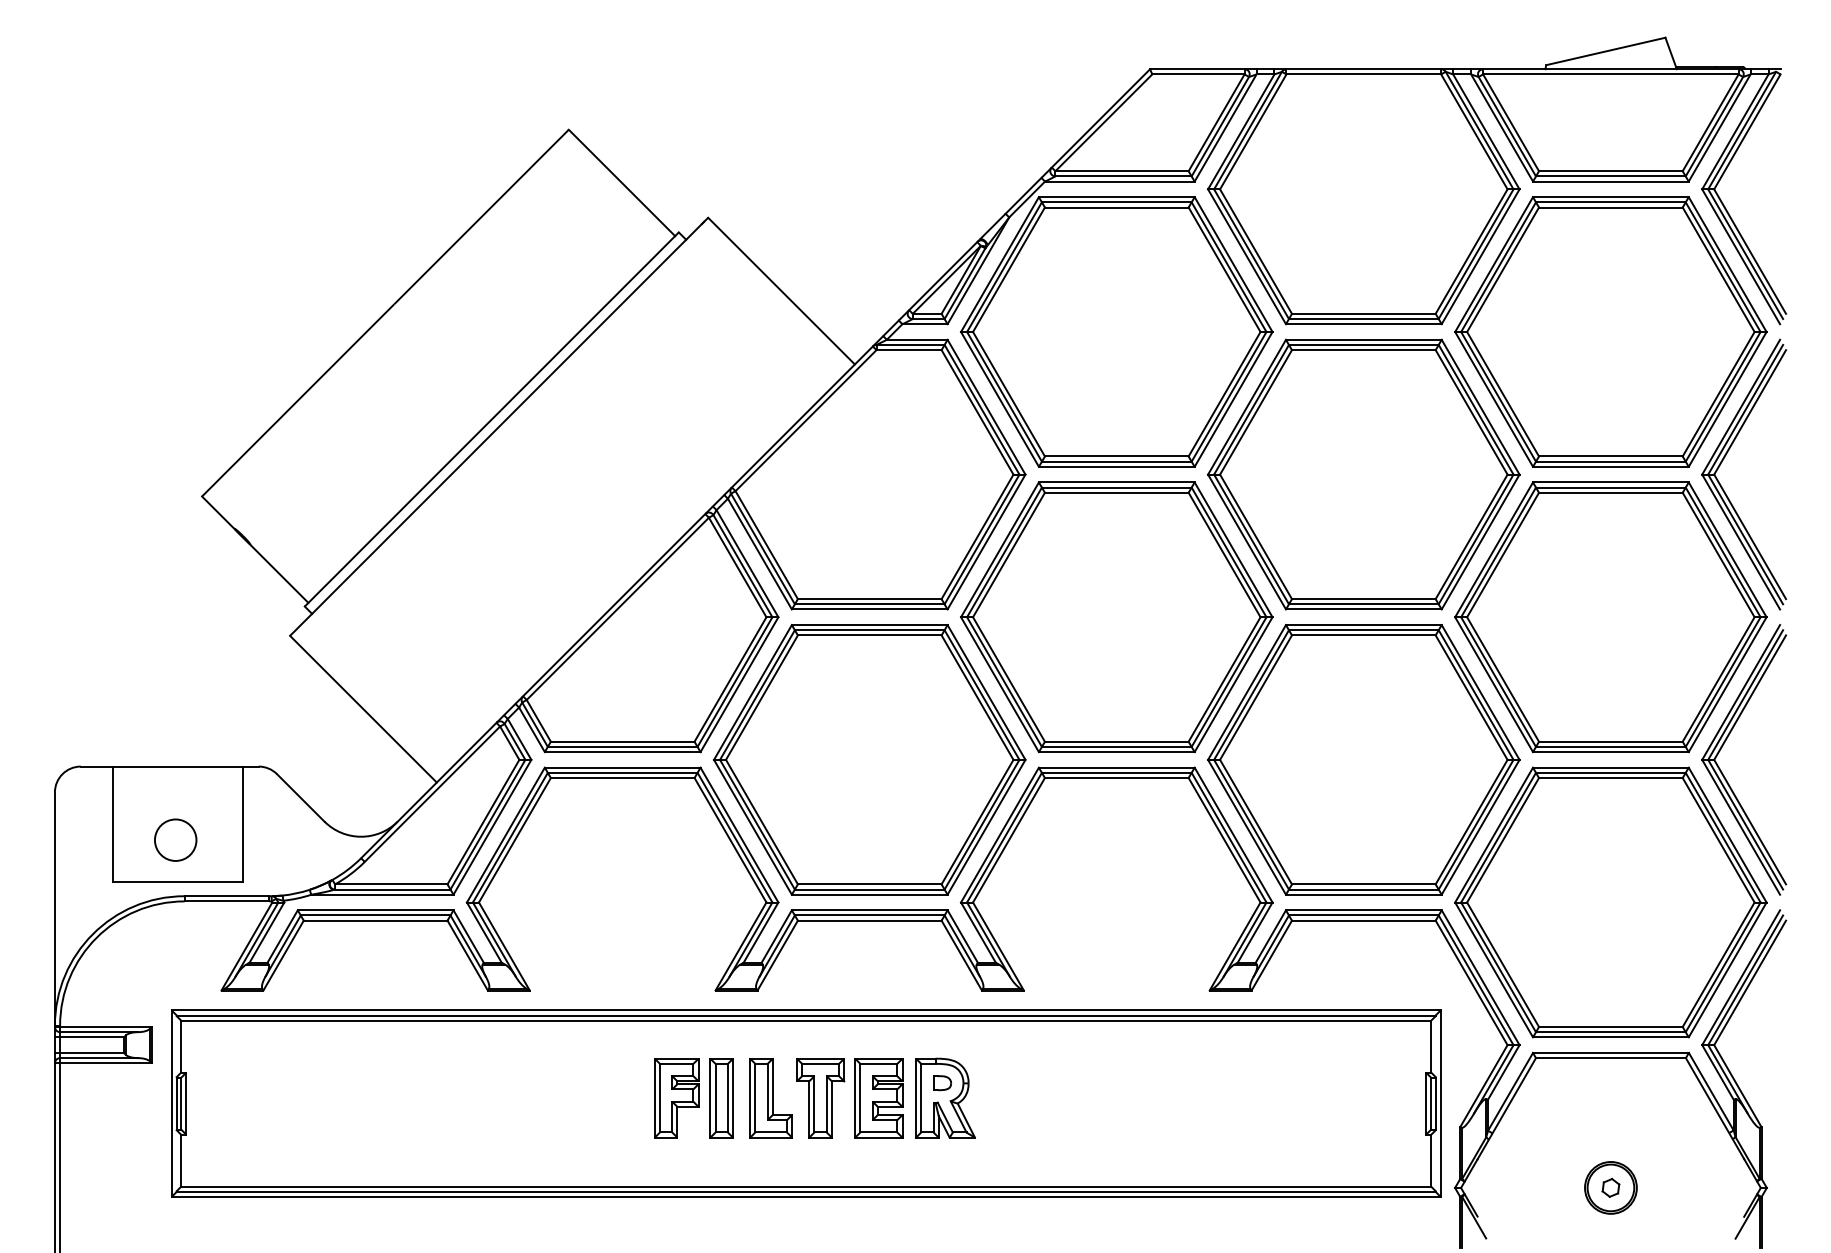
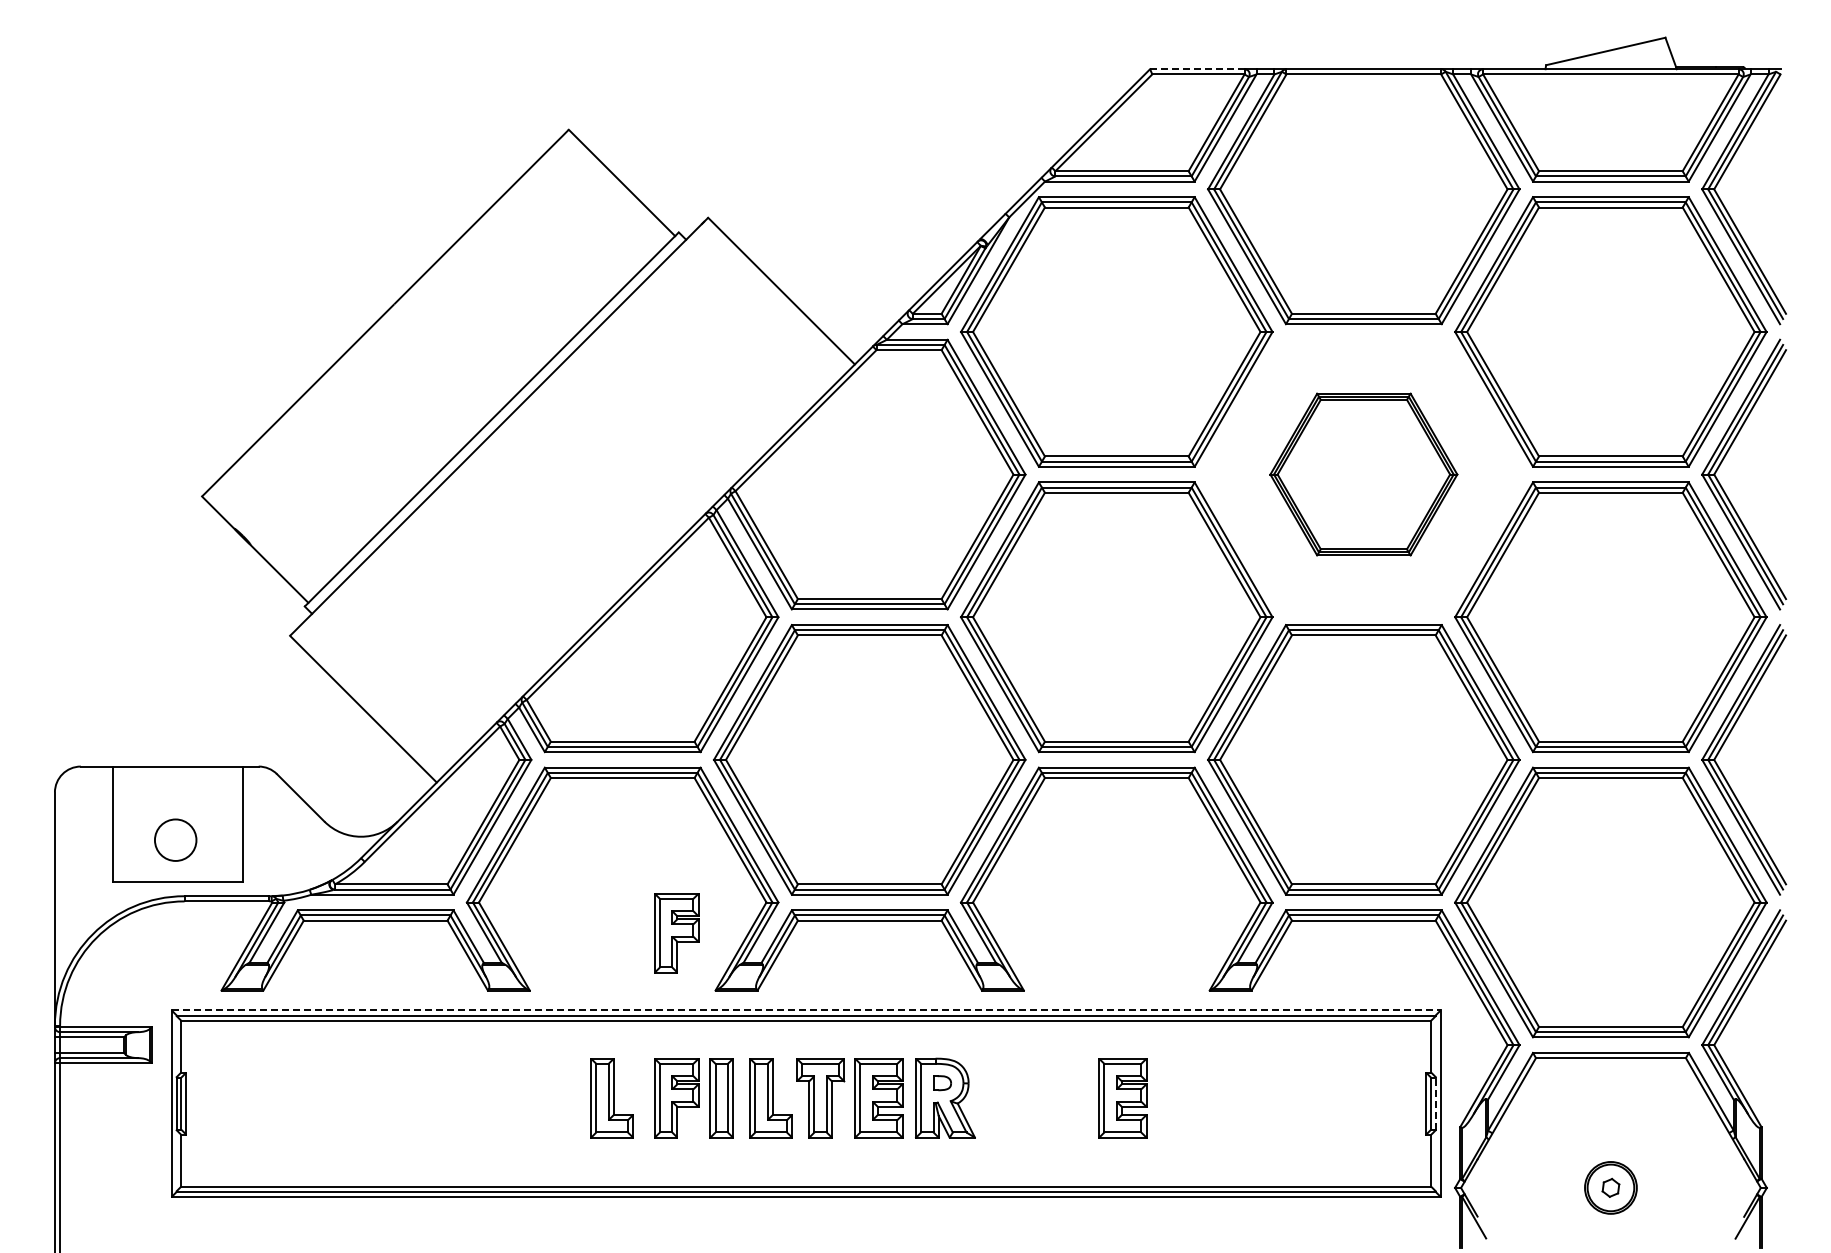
line at (1197, 69): solid -> dashed
part at (1363, 474) size: 314x273 px -> 190x165 px
part at (676, 933): none -> present
line at (806, 1010): solid -> dashed
part at (611, 1098): none -> present
part at (1122, 1098): none -> present
line at (1435, 1103): solid -> dashed
